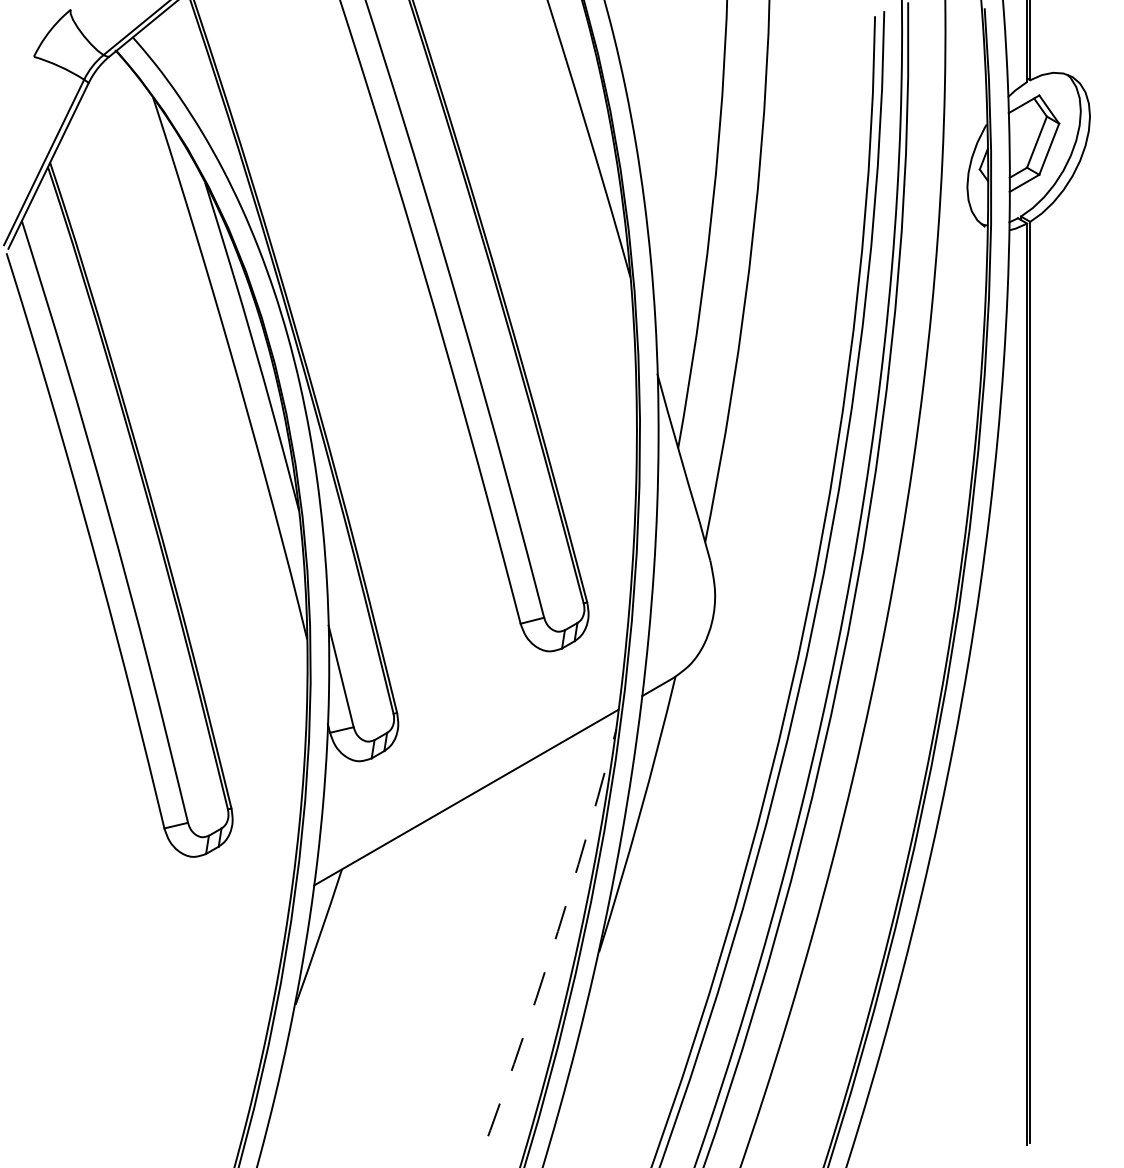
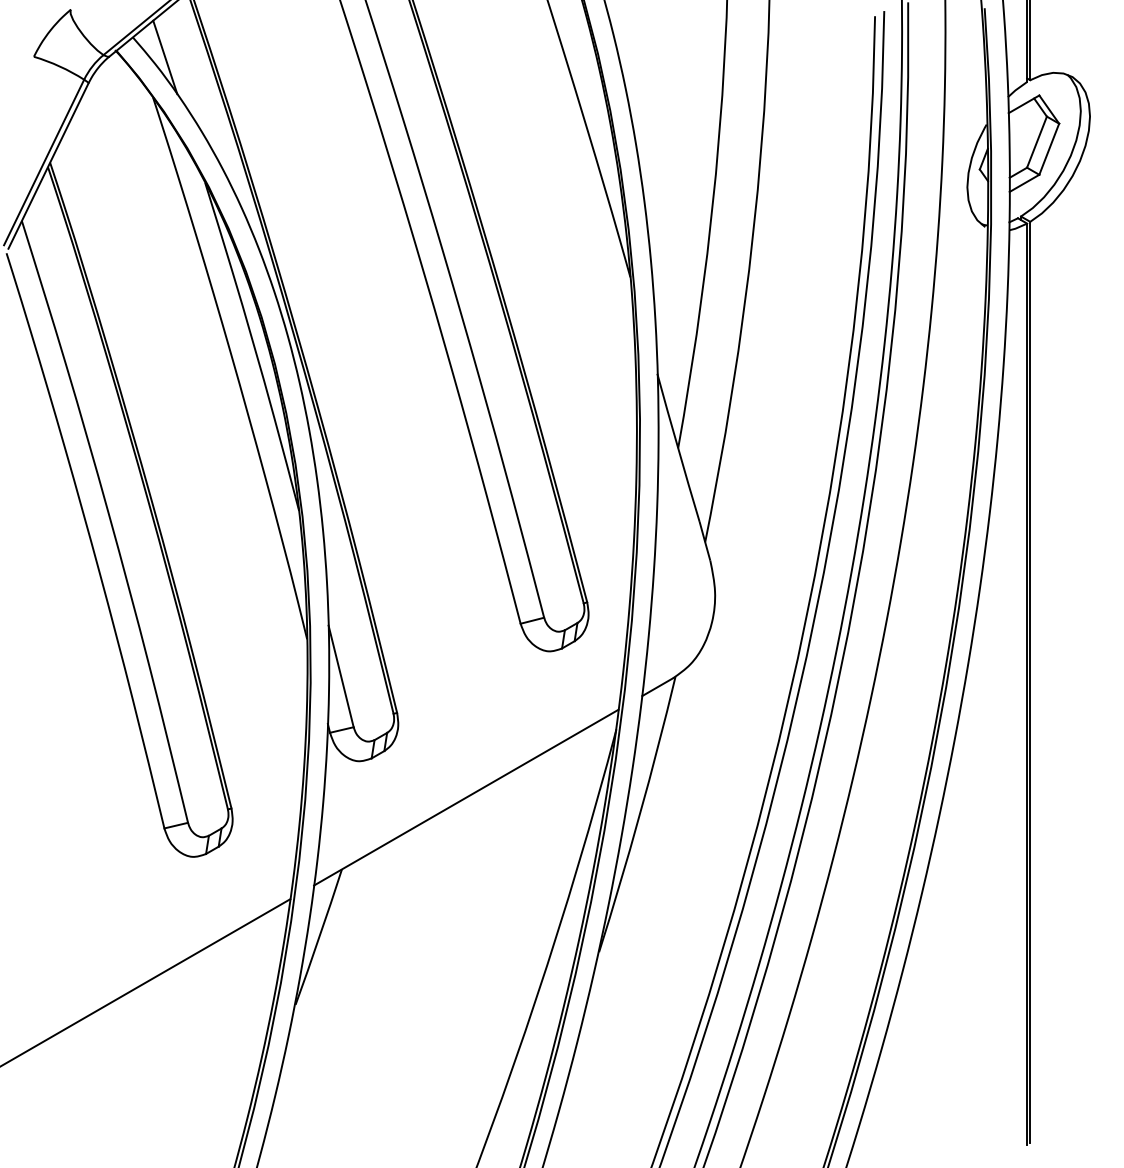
line at (165, 57): none -> present
arc at (551, 950): dashed -> solid
line at (146, 982): none -> present
